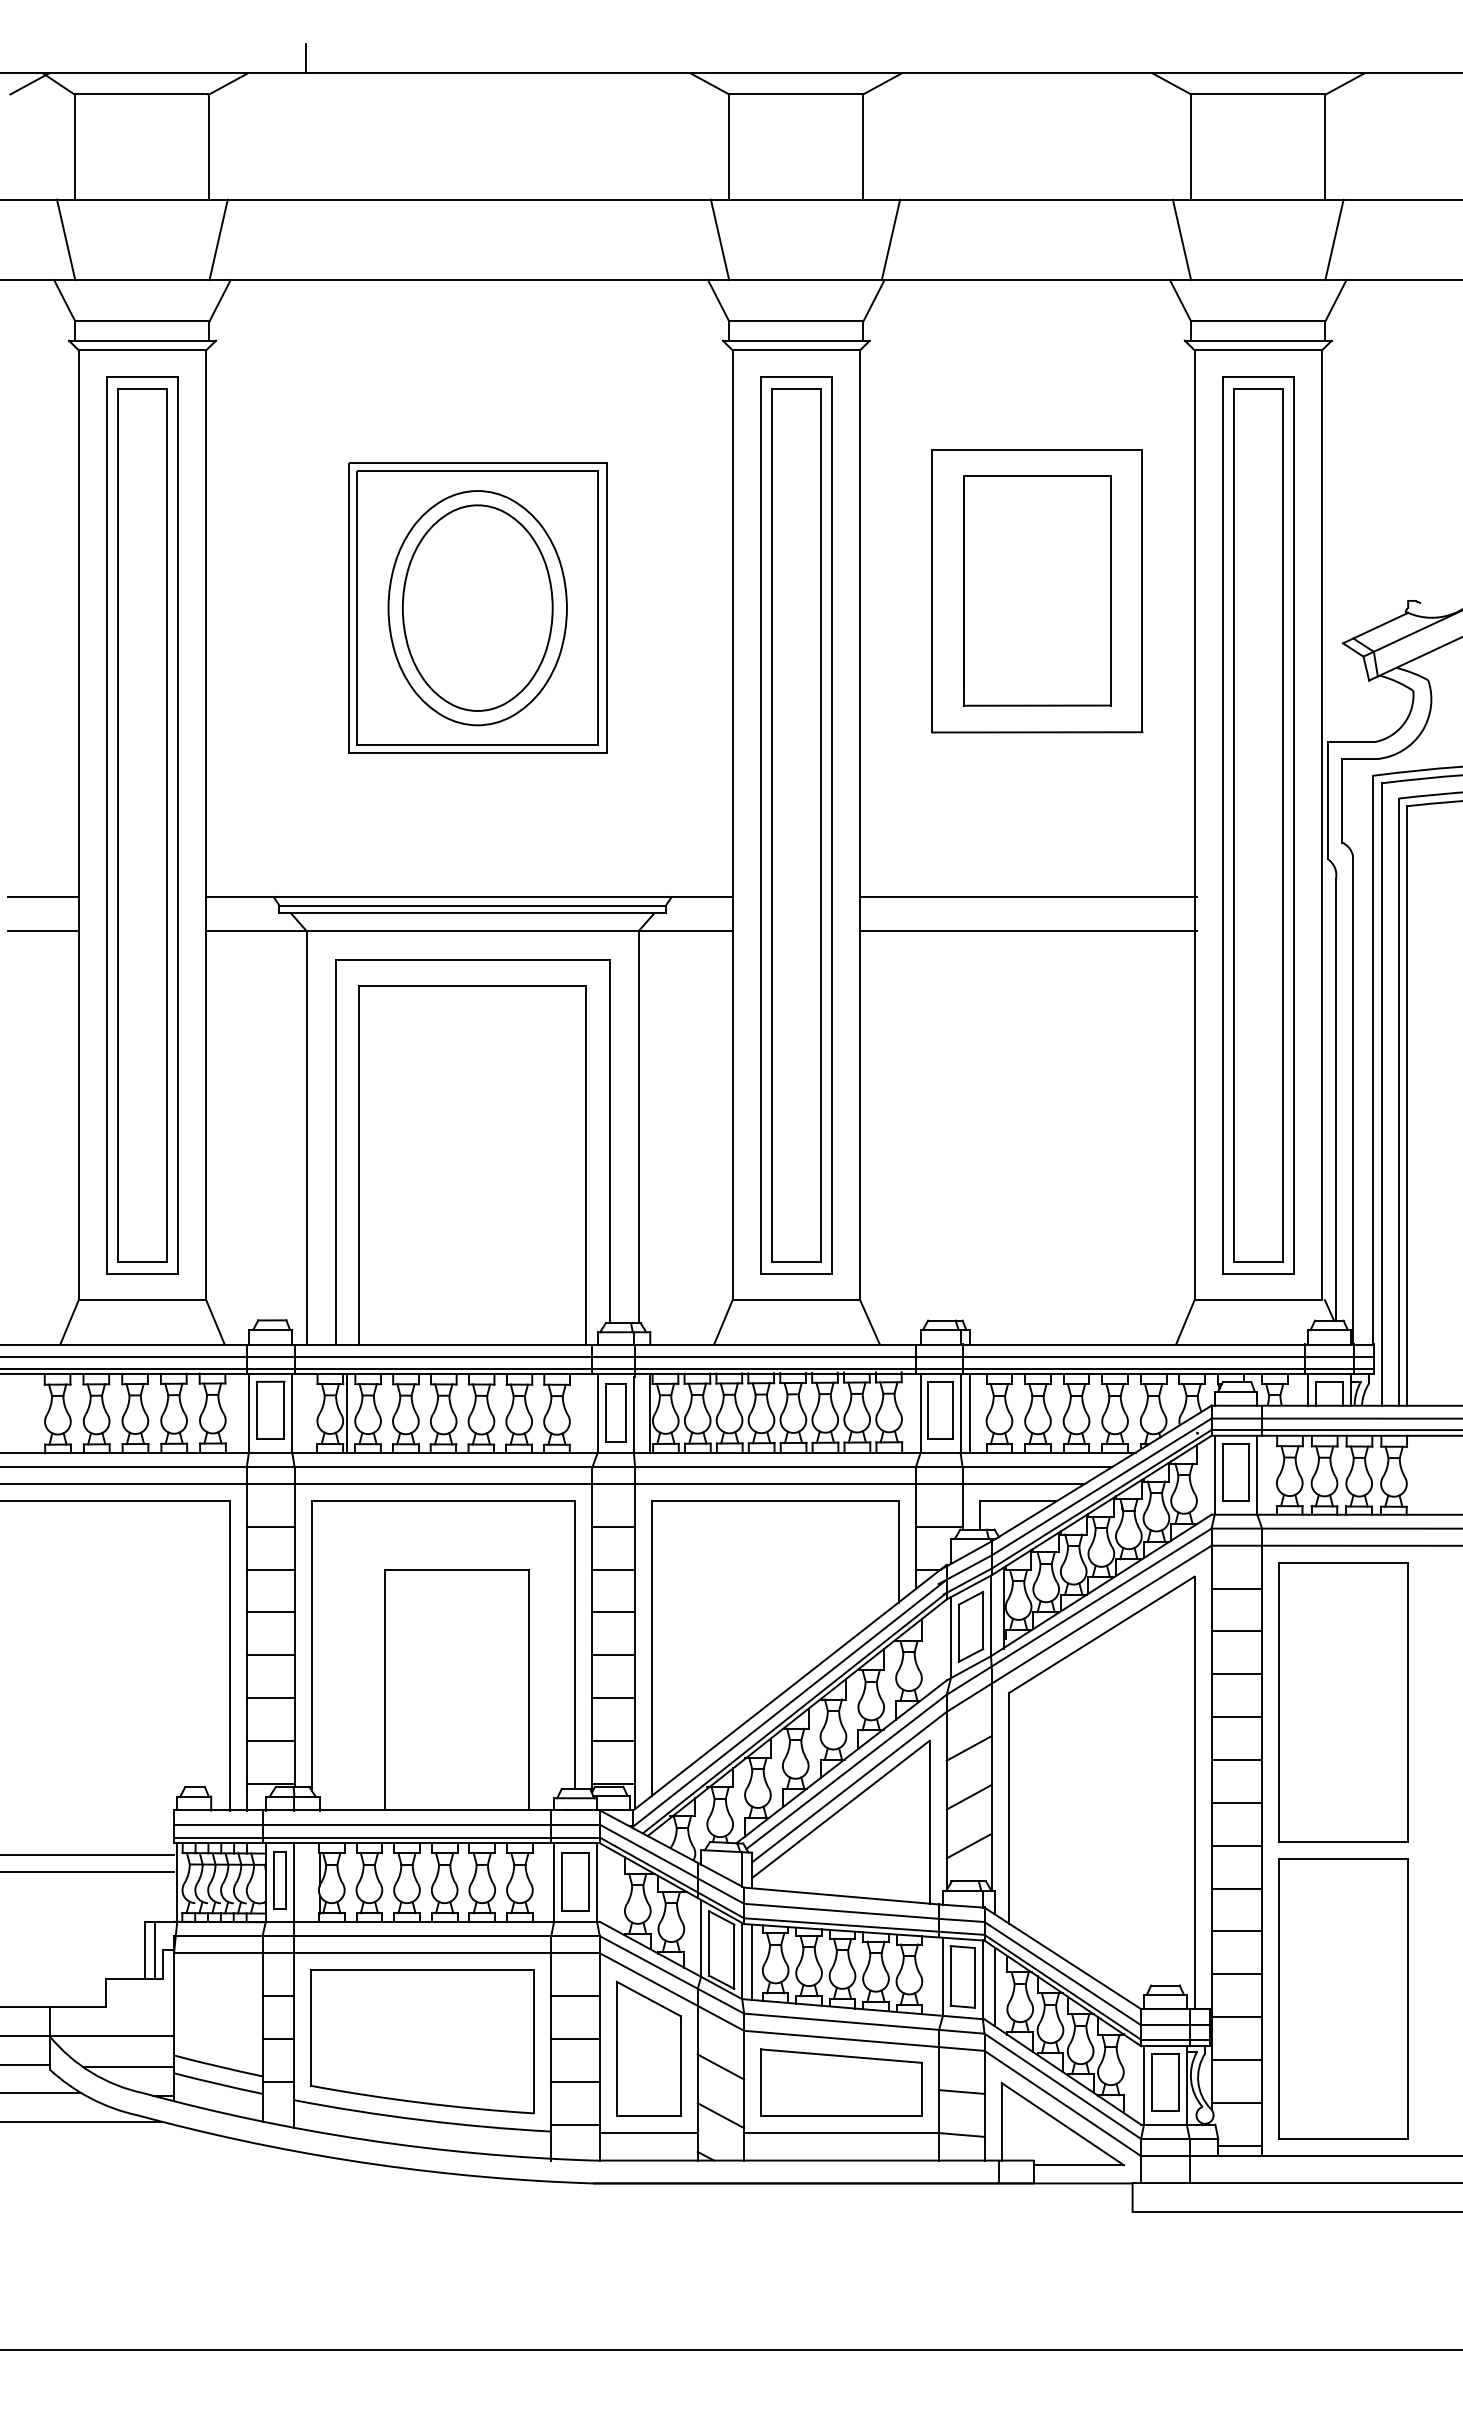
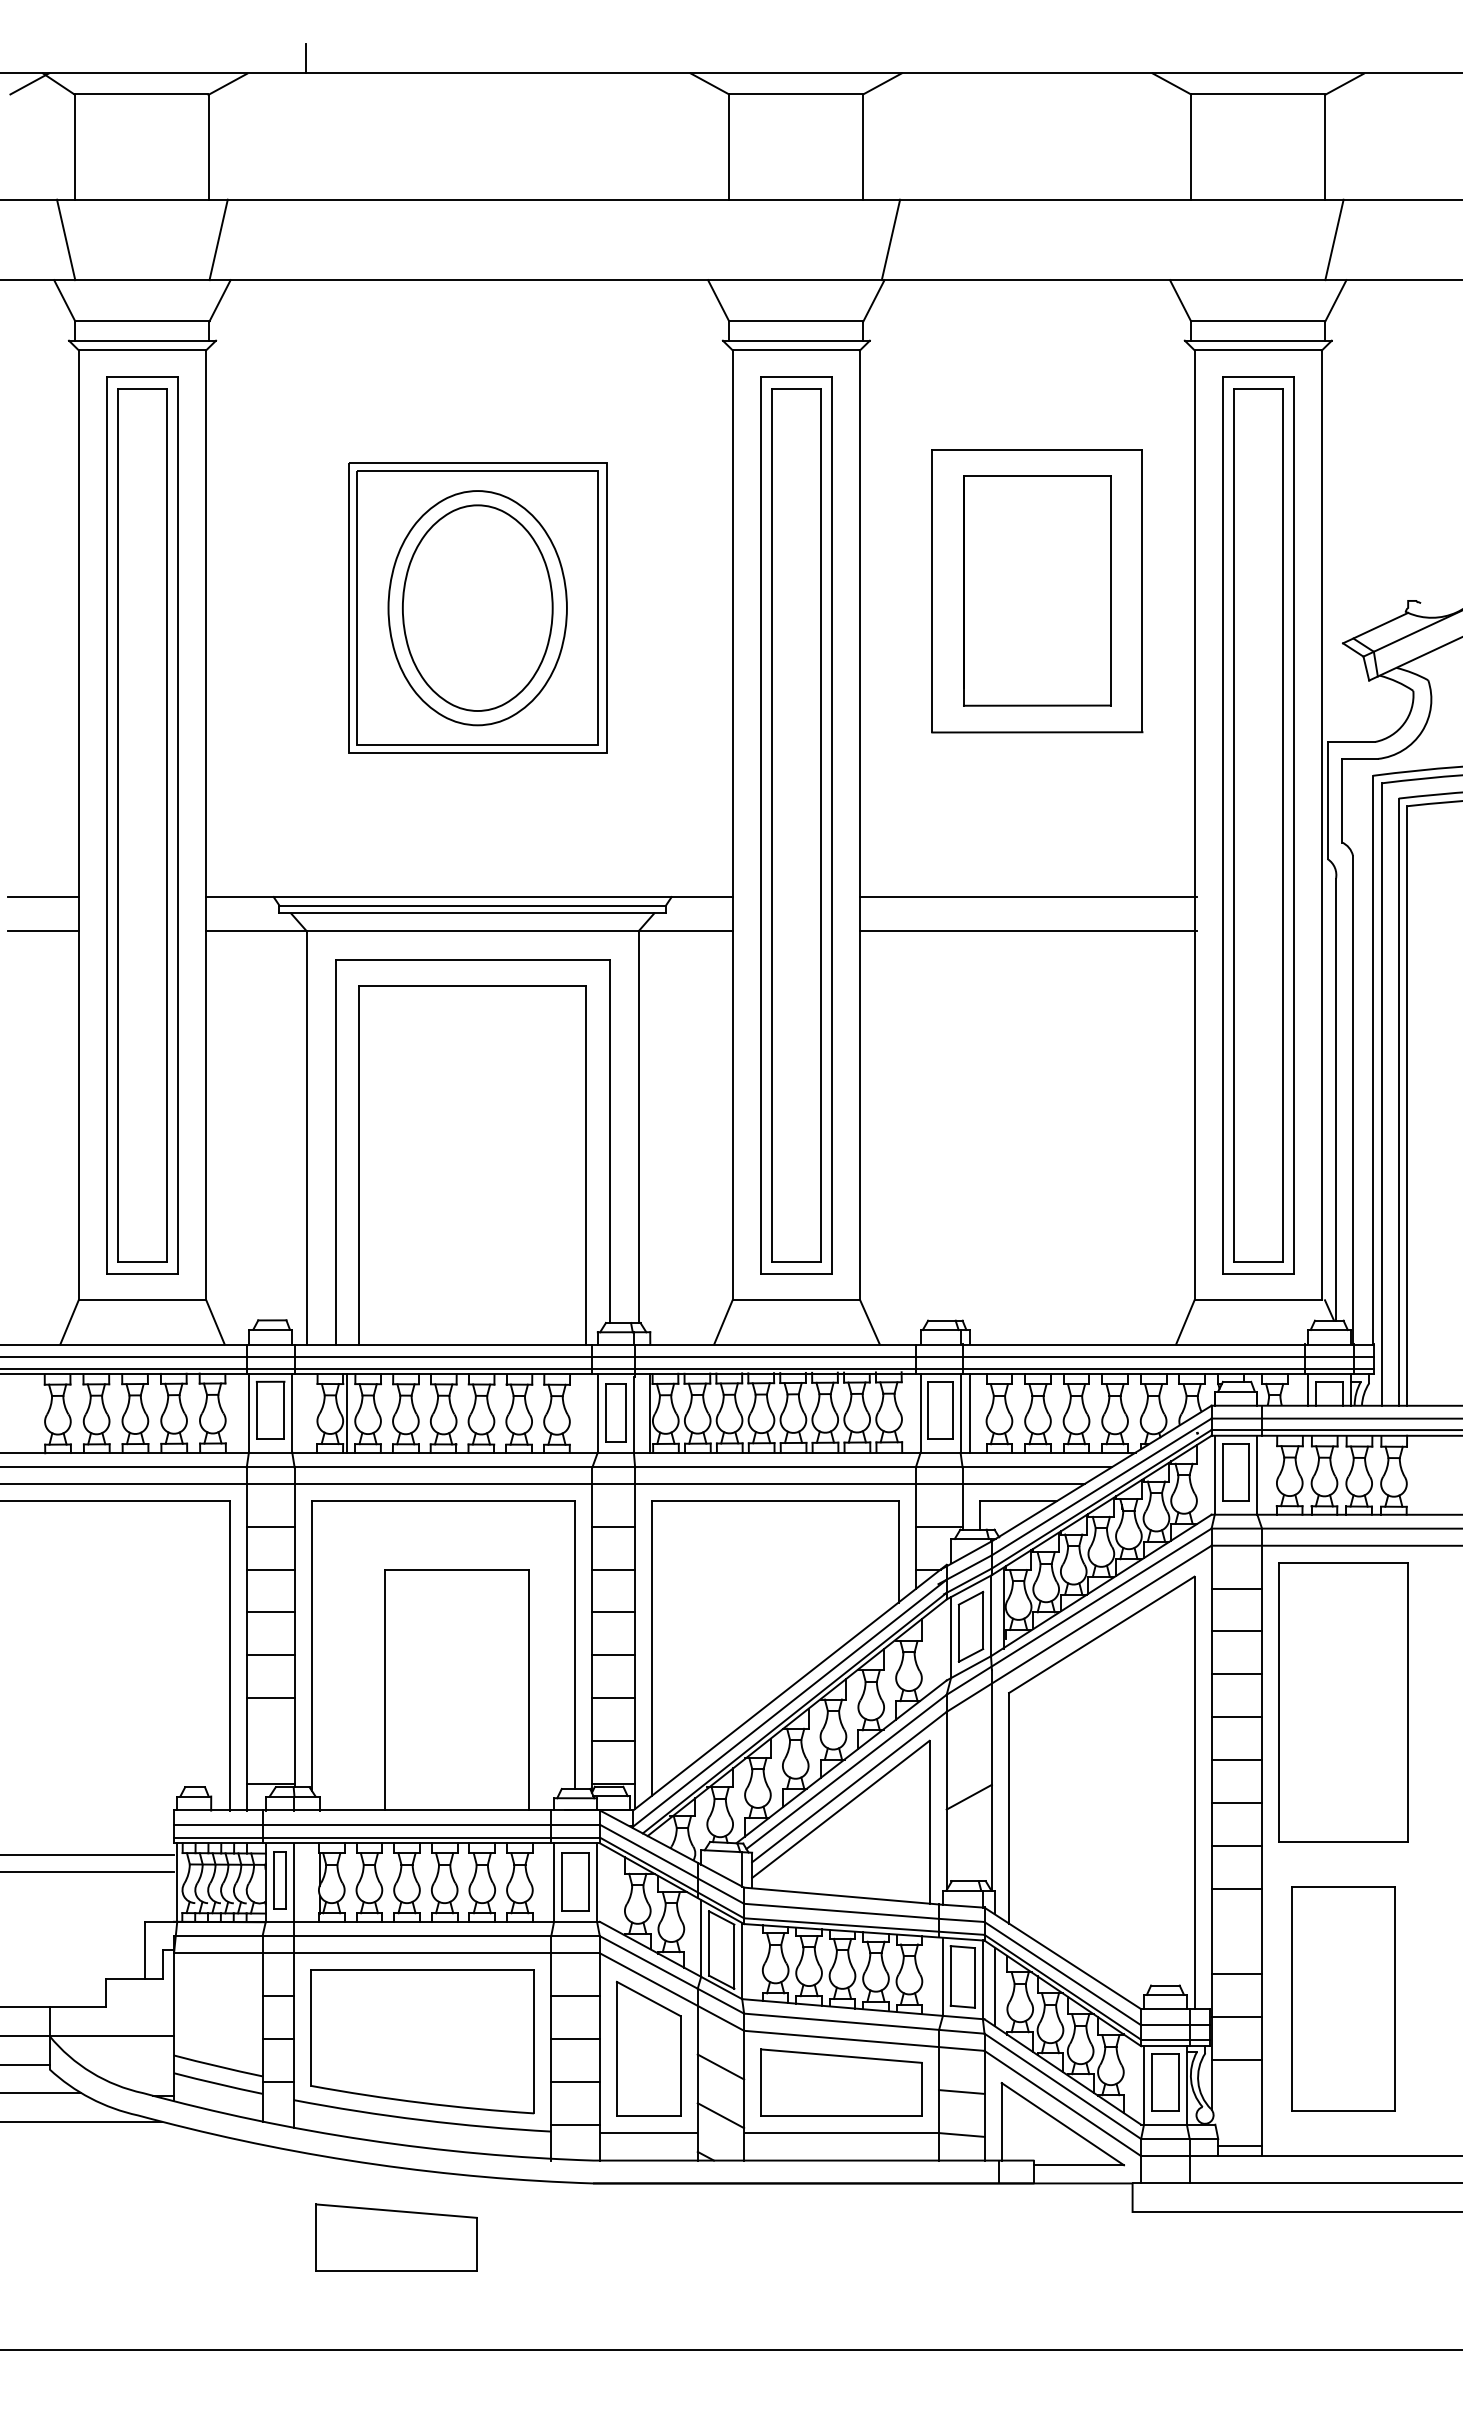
line at (719, 239): present -> none
line at (1181, 239): present -> none
line at (270, 1741): present -> none
line at (968, 1748): present -> none
line at (968, 1845): present -> none
line at (1236, 1931): present -> none
line at (155, 1949): present -> none
line at (752, 1961): present -> none
part at (1343, 1998) size: 131x282 px -> 105x226 px
line at (128, 2067): present -> none
line at (1236, 2102): present -> none
part at (396, 2237): none -> present
